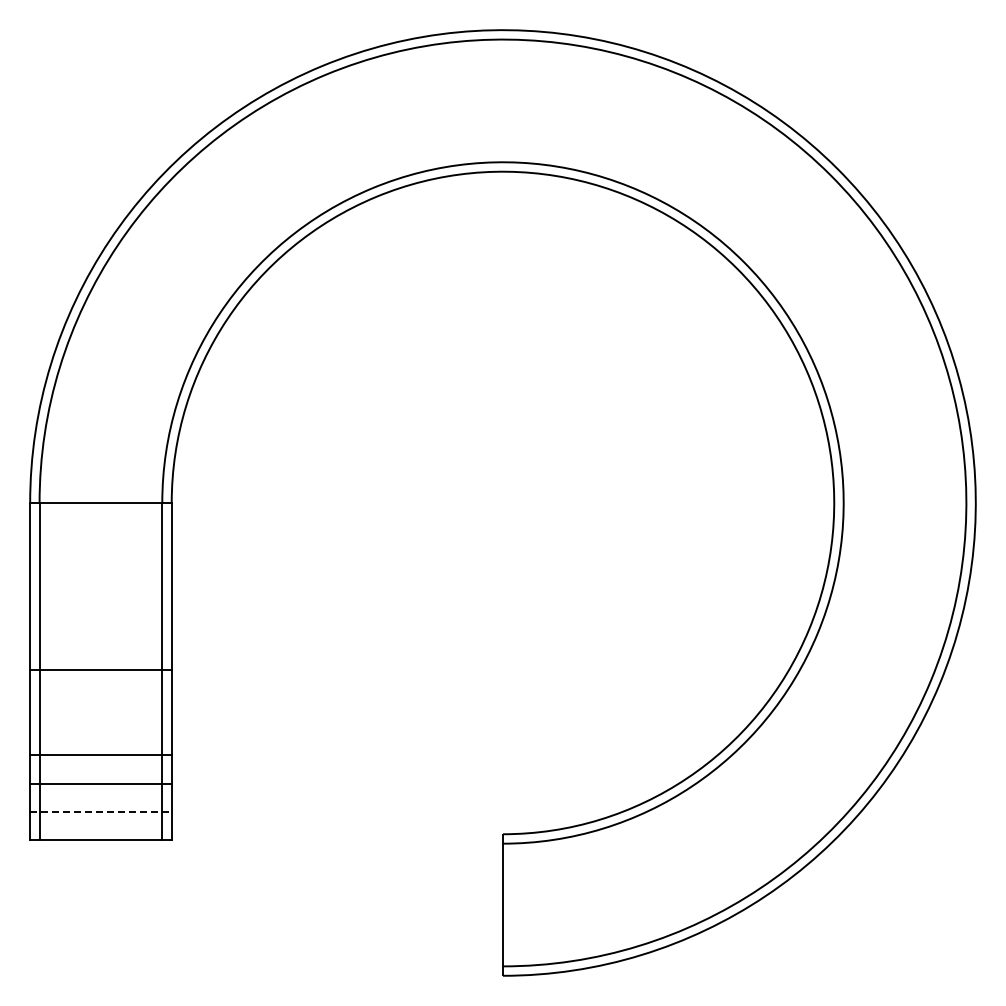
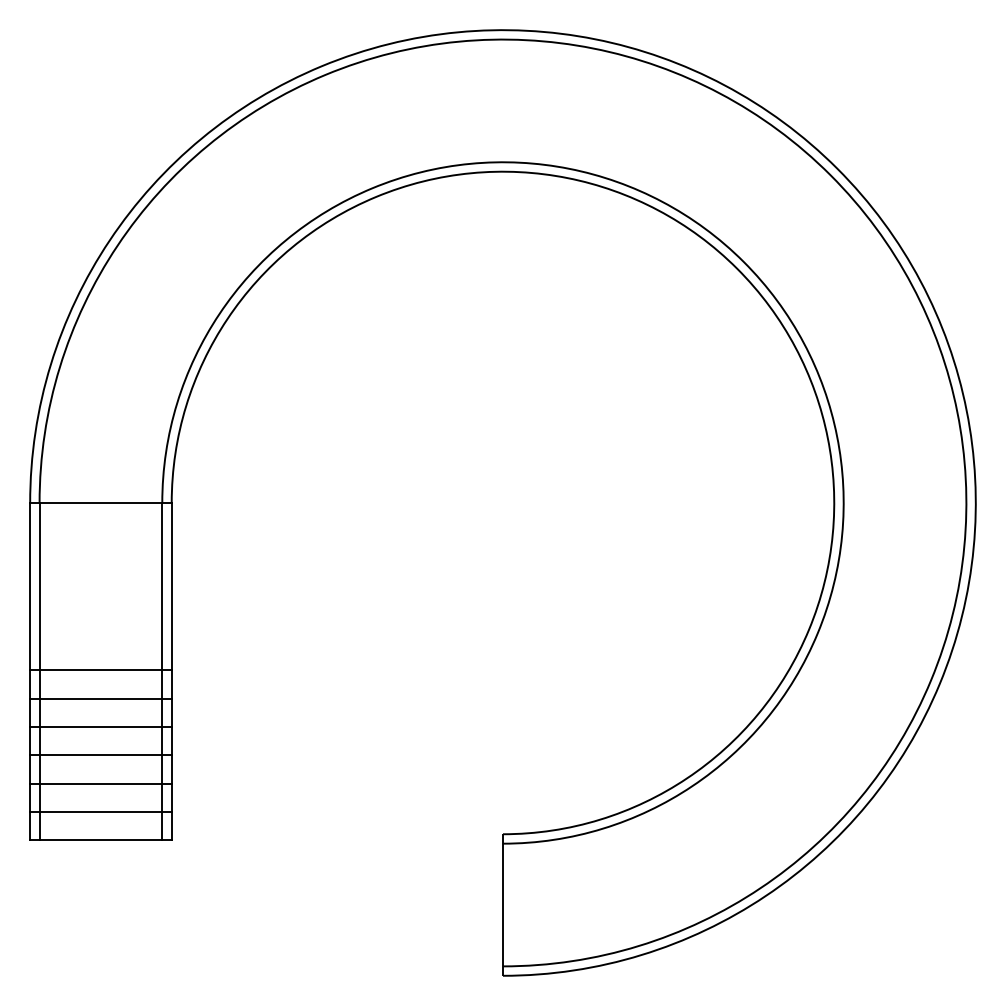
line at (100, 698): none -> present
line at (100, 727): none -> present
line at (100, 812): dashed -> solid
